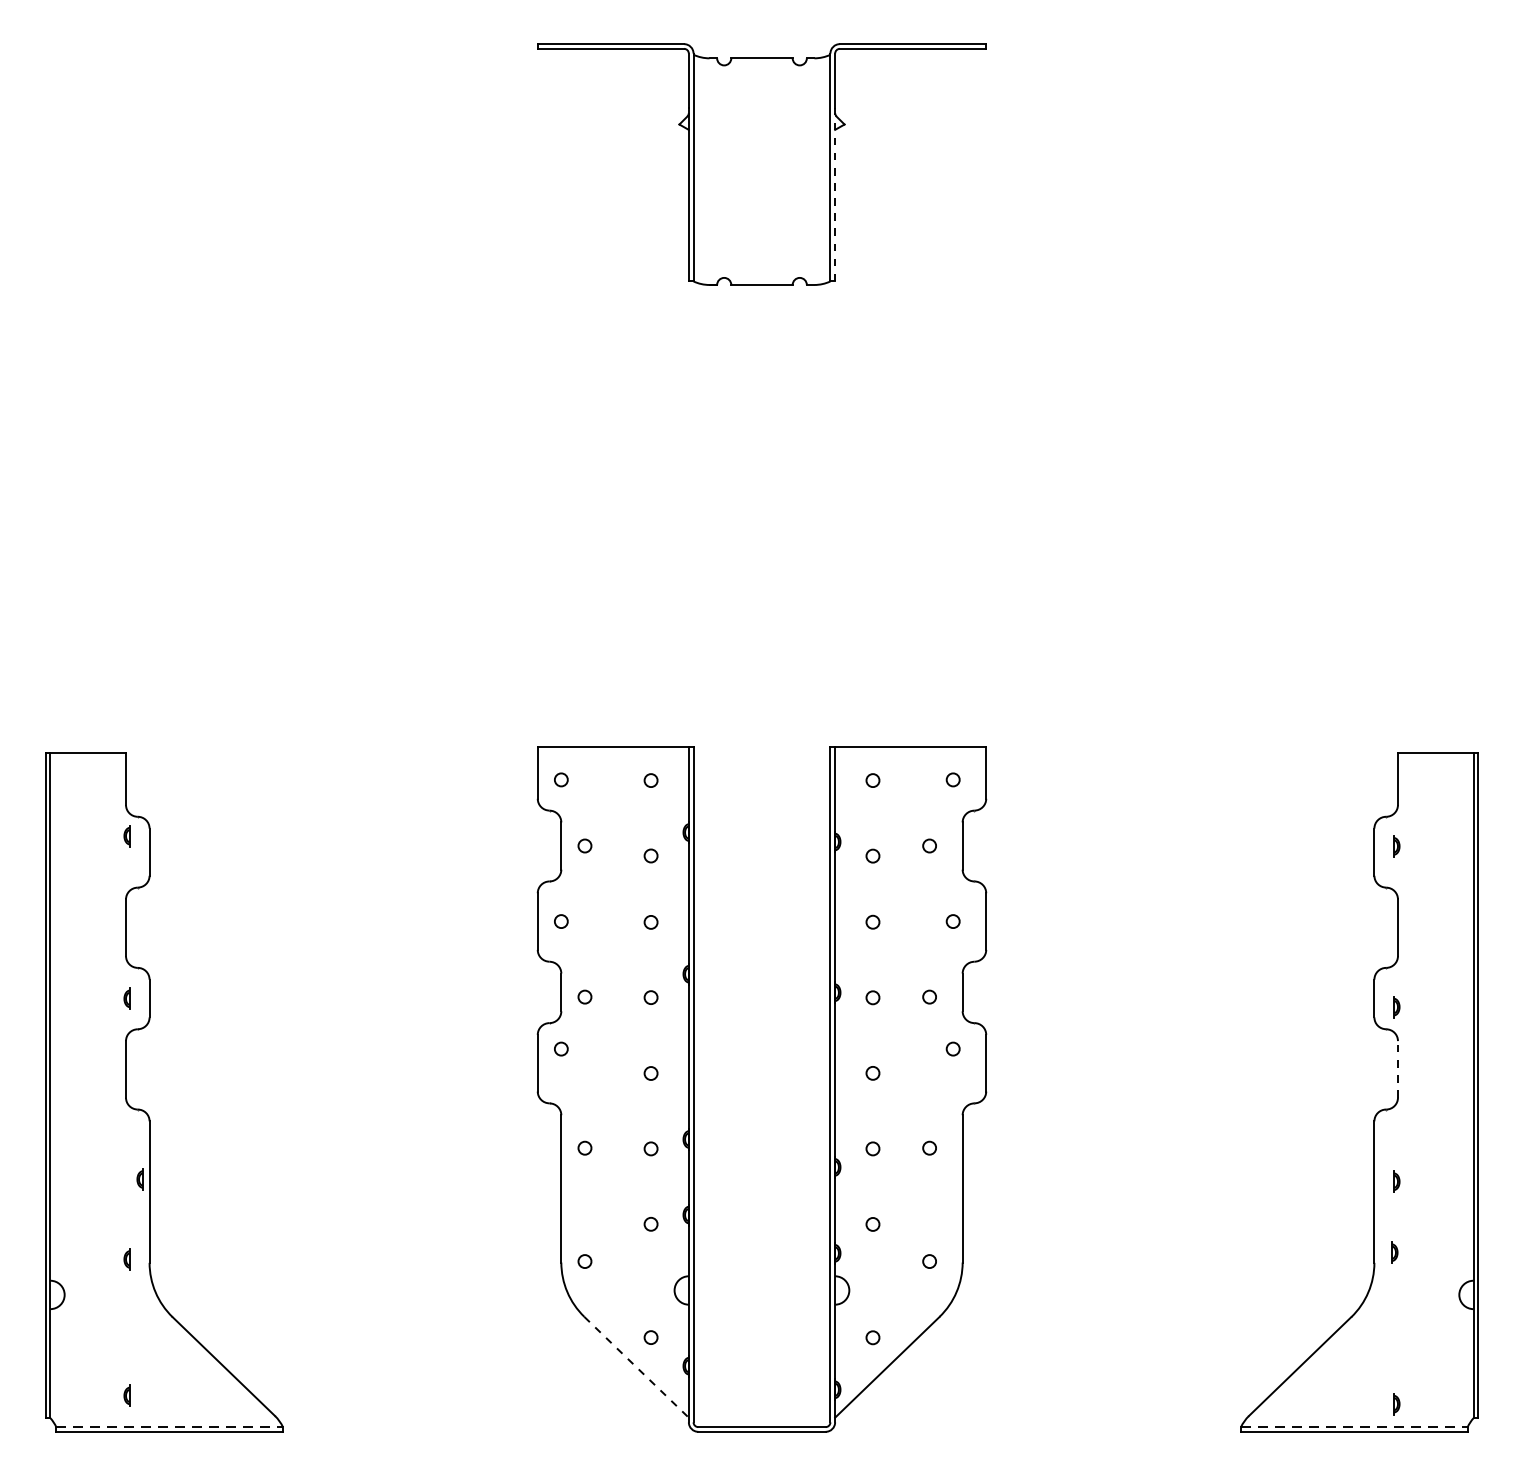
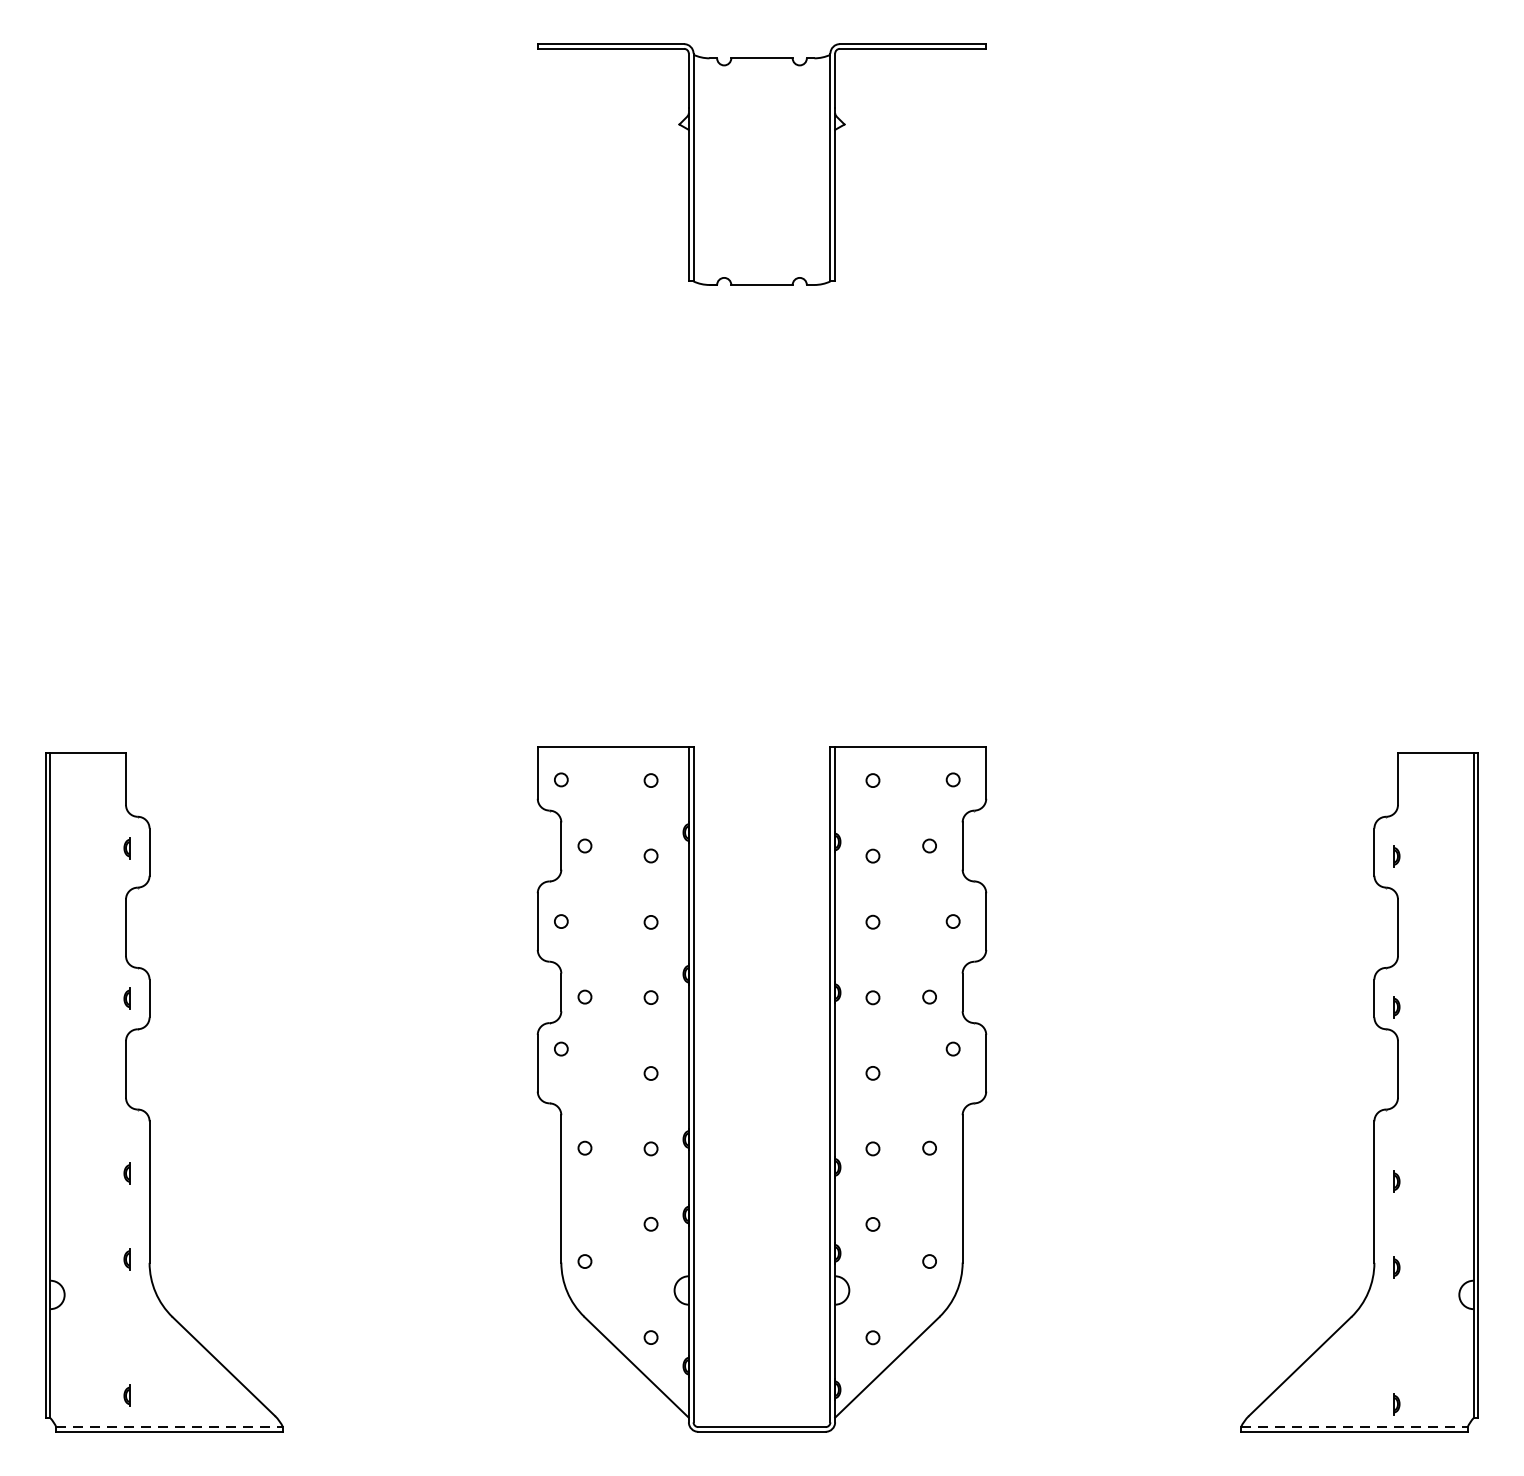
line at (835, 194): dashed -> solid
part at (126, 836) position: (126, 836) -> (126, 848)
part at (1396, 846) position: (1396, 846) -> (1396, 856)
line at (1397, 1068): dashed -> solid
part at (139, 1179) position: (139, 1179) -> (126, 1173)
part at (1394, 1252) position: (1394, 1252) -> (1396, 1267)
line at (636, 1367): dashed -> solid
